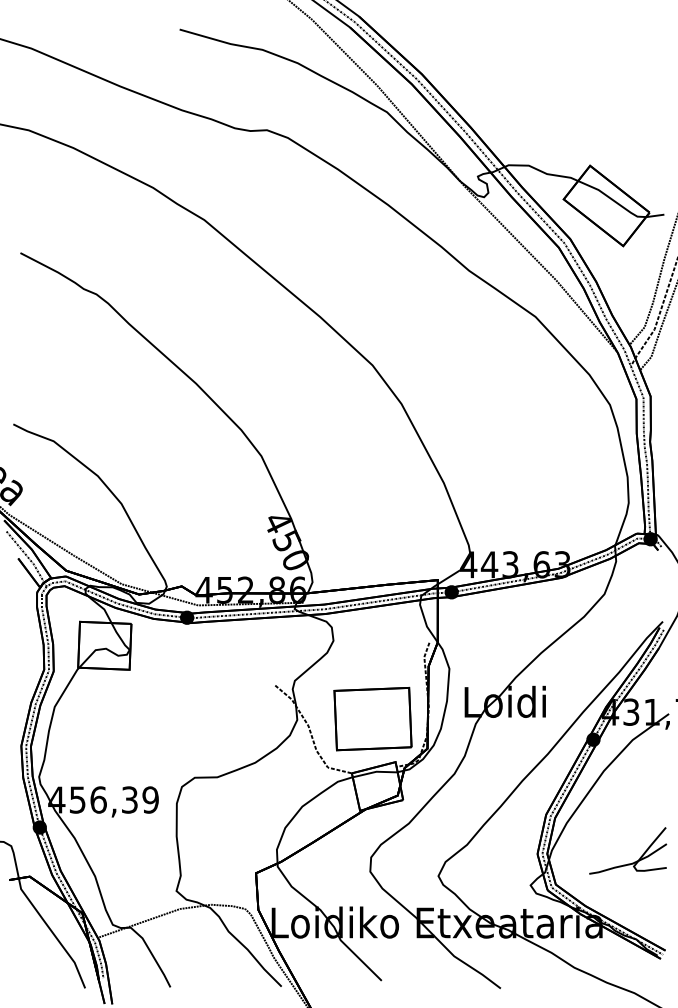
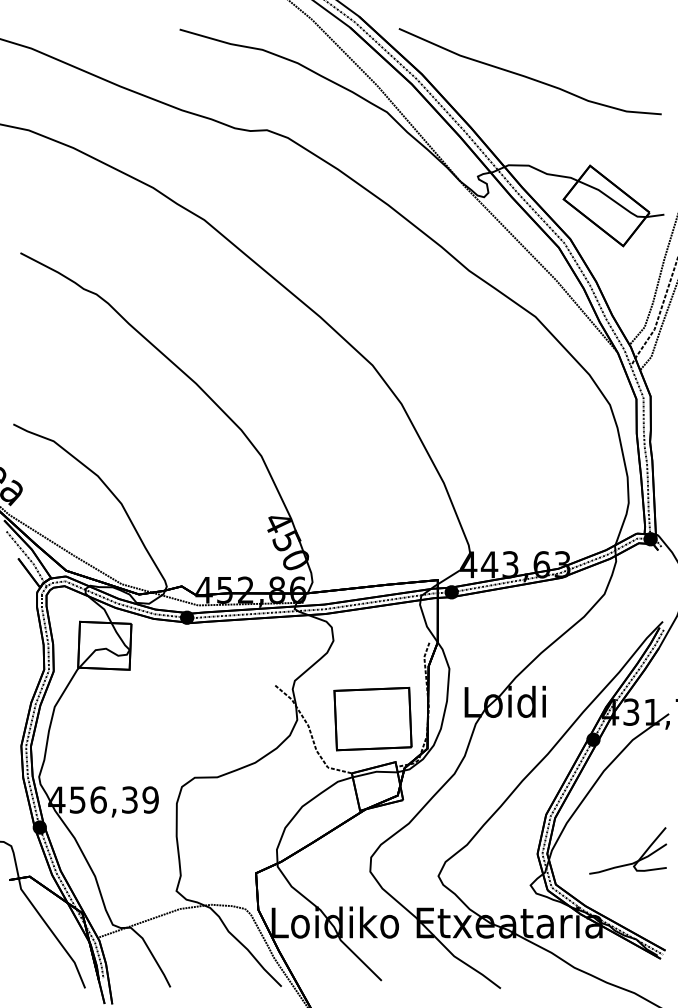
curve at (528, 76): none -> present
